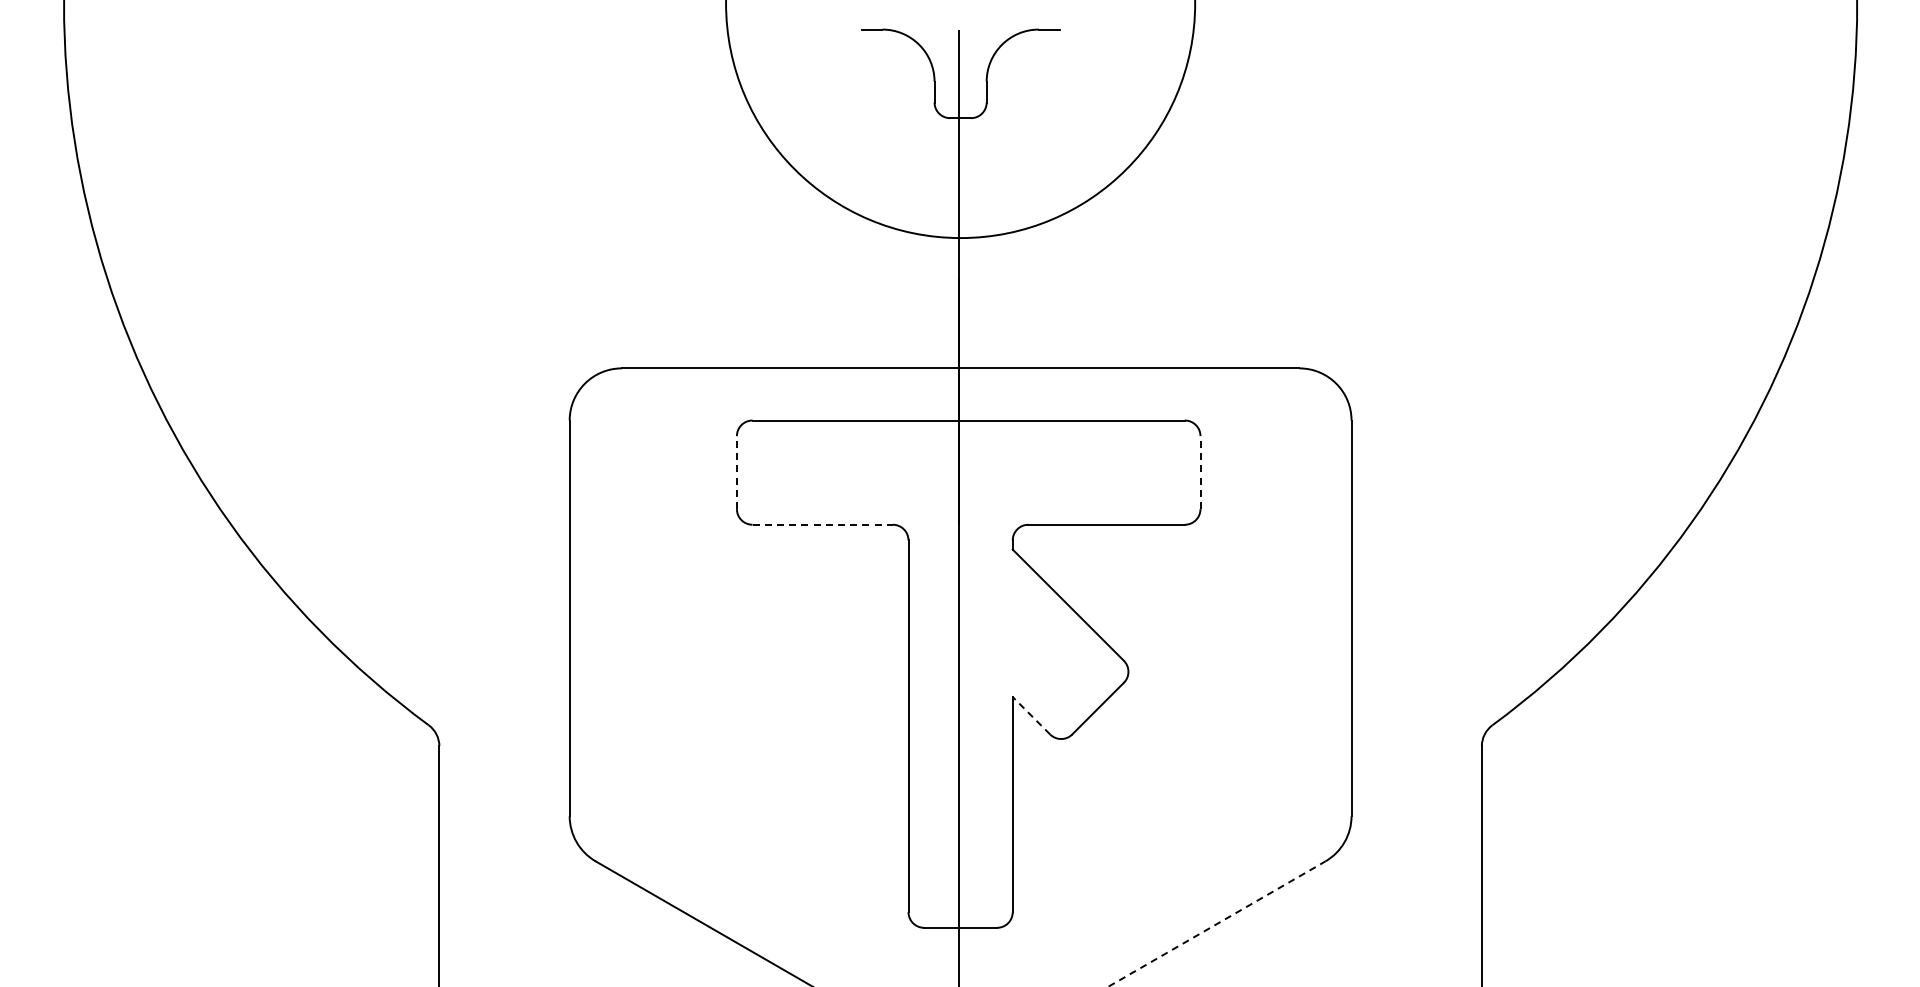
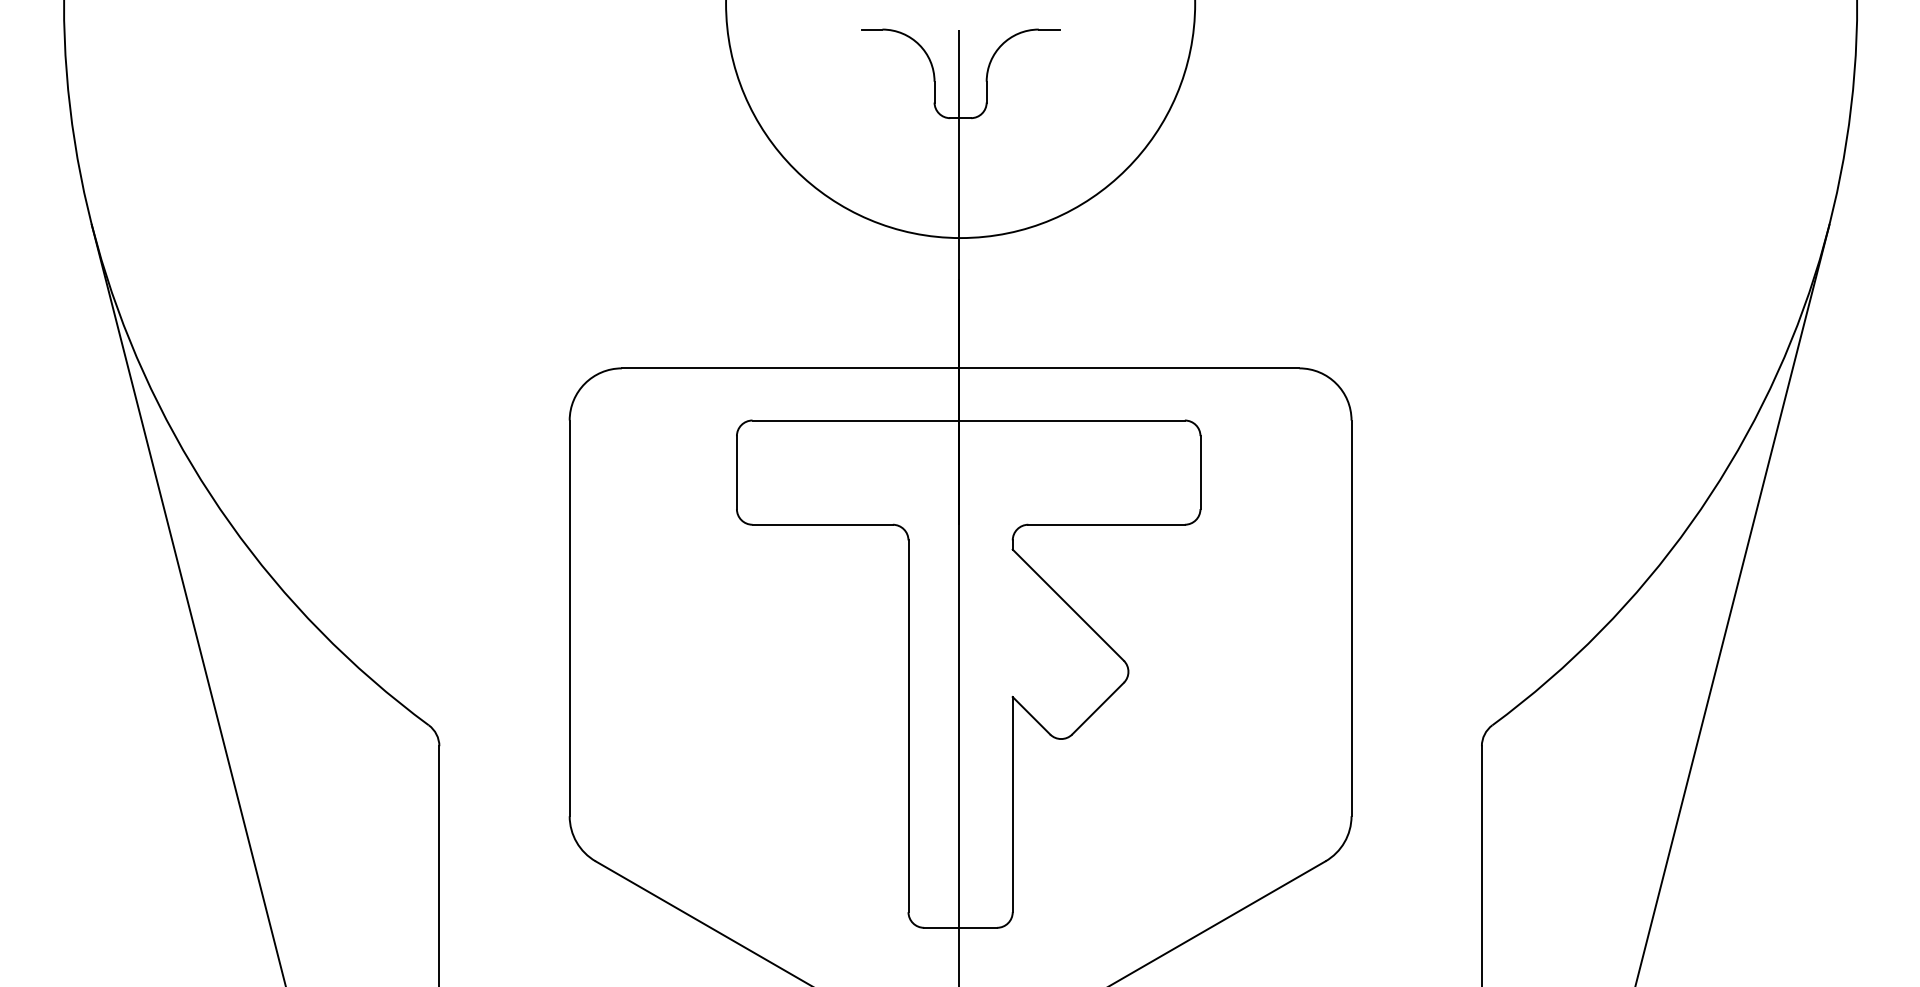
line at (736, 472): dashed -> solid
line at (1200, 472): dashed -> solid
line at (823, 524): dashed -> solid
line at (188, 603): none -> present
line at (1732, 603): none -> present
line at (1031, 715): dashed -> solid
line at (1217, 923): dashed -> solid
